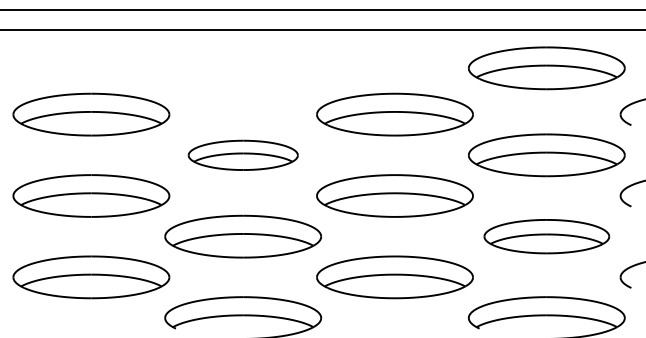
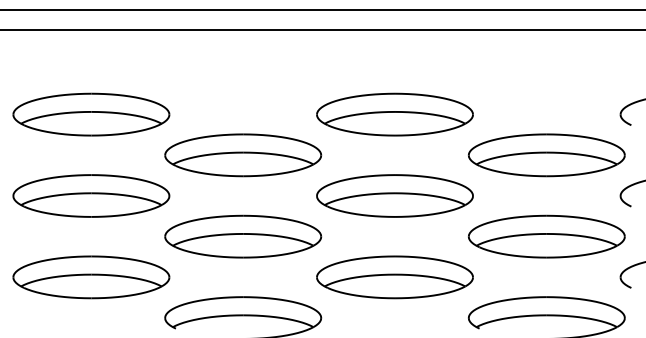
part at (546, 68): present -> none
part at (242, 154) size: 112x32 px -> 159x45 px
part at (546, 236) size: 128x36 px -> 158x45 px
